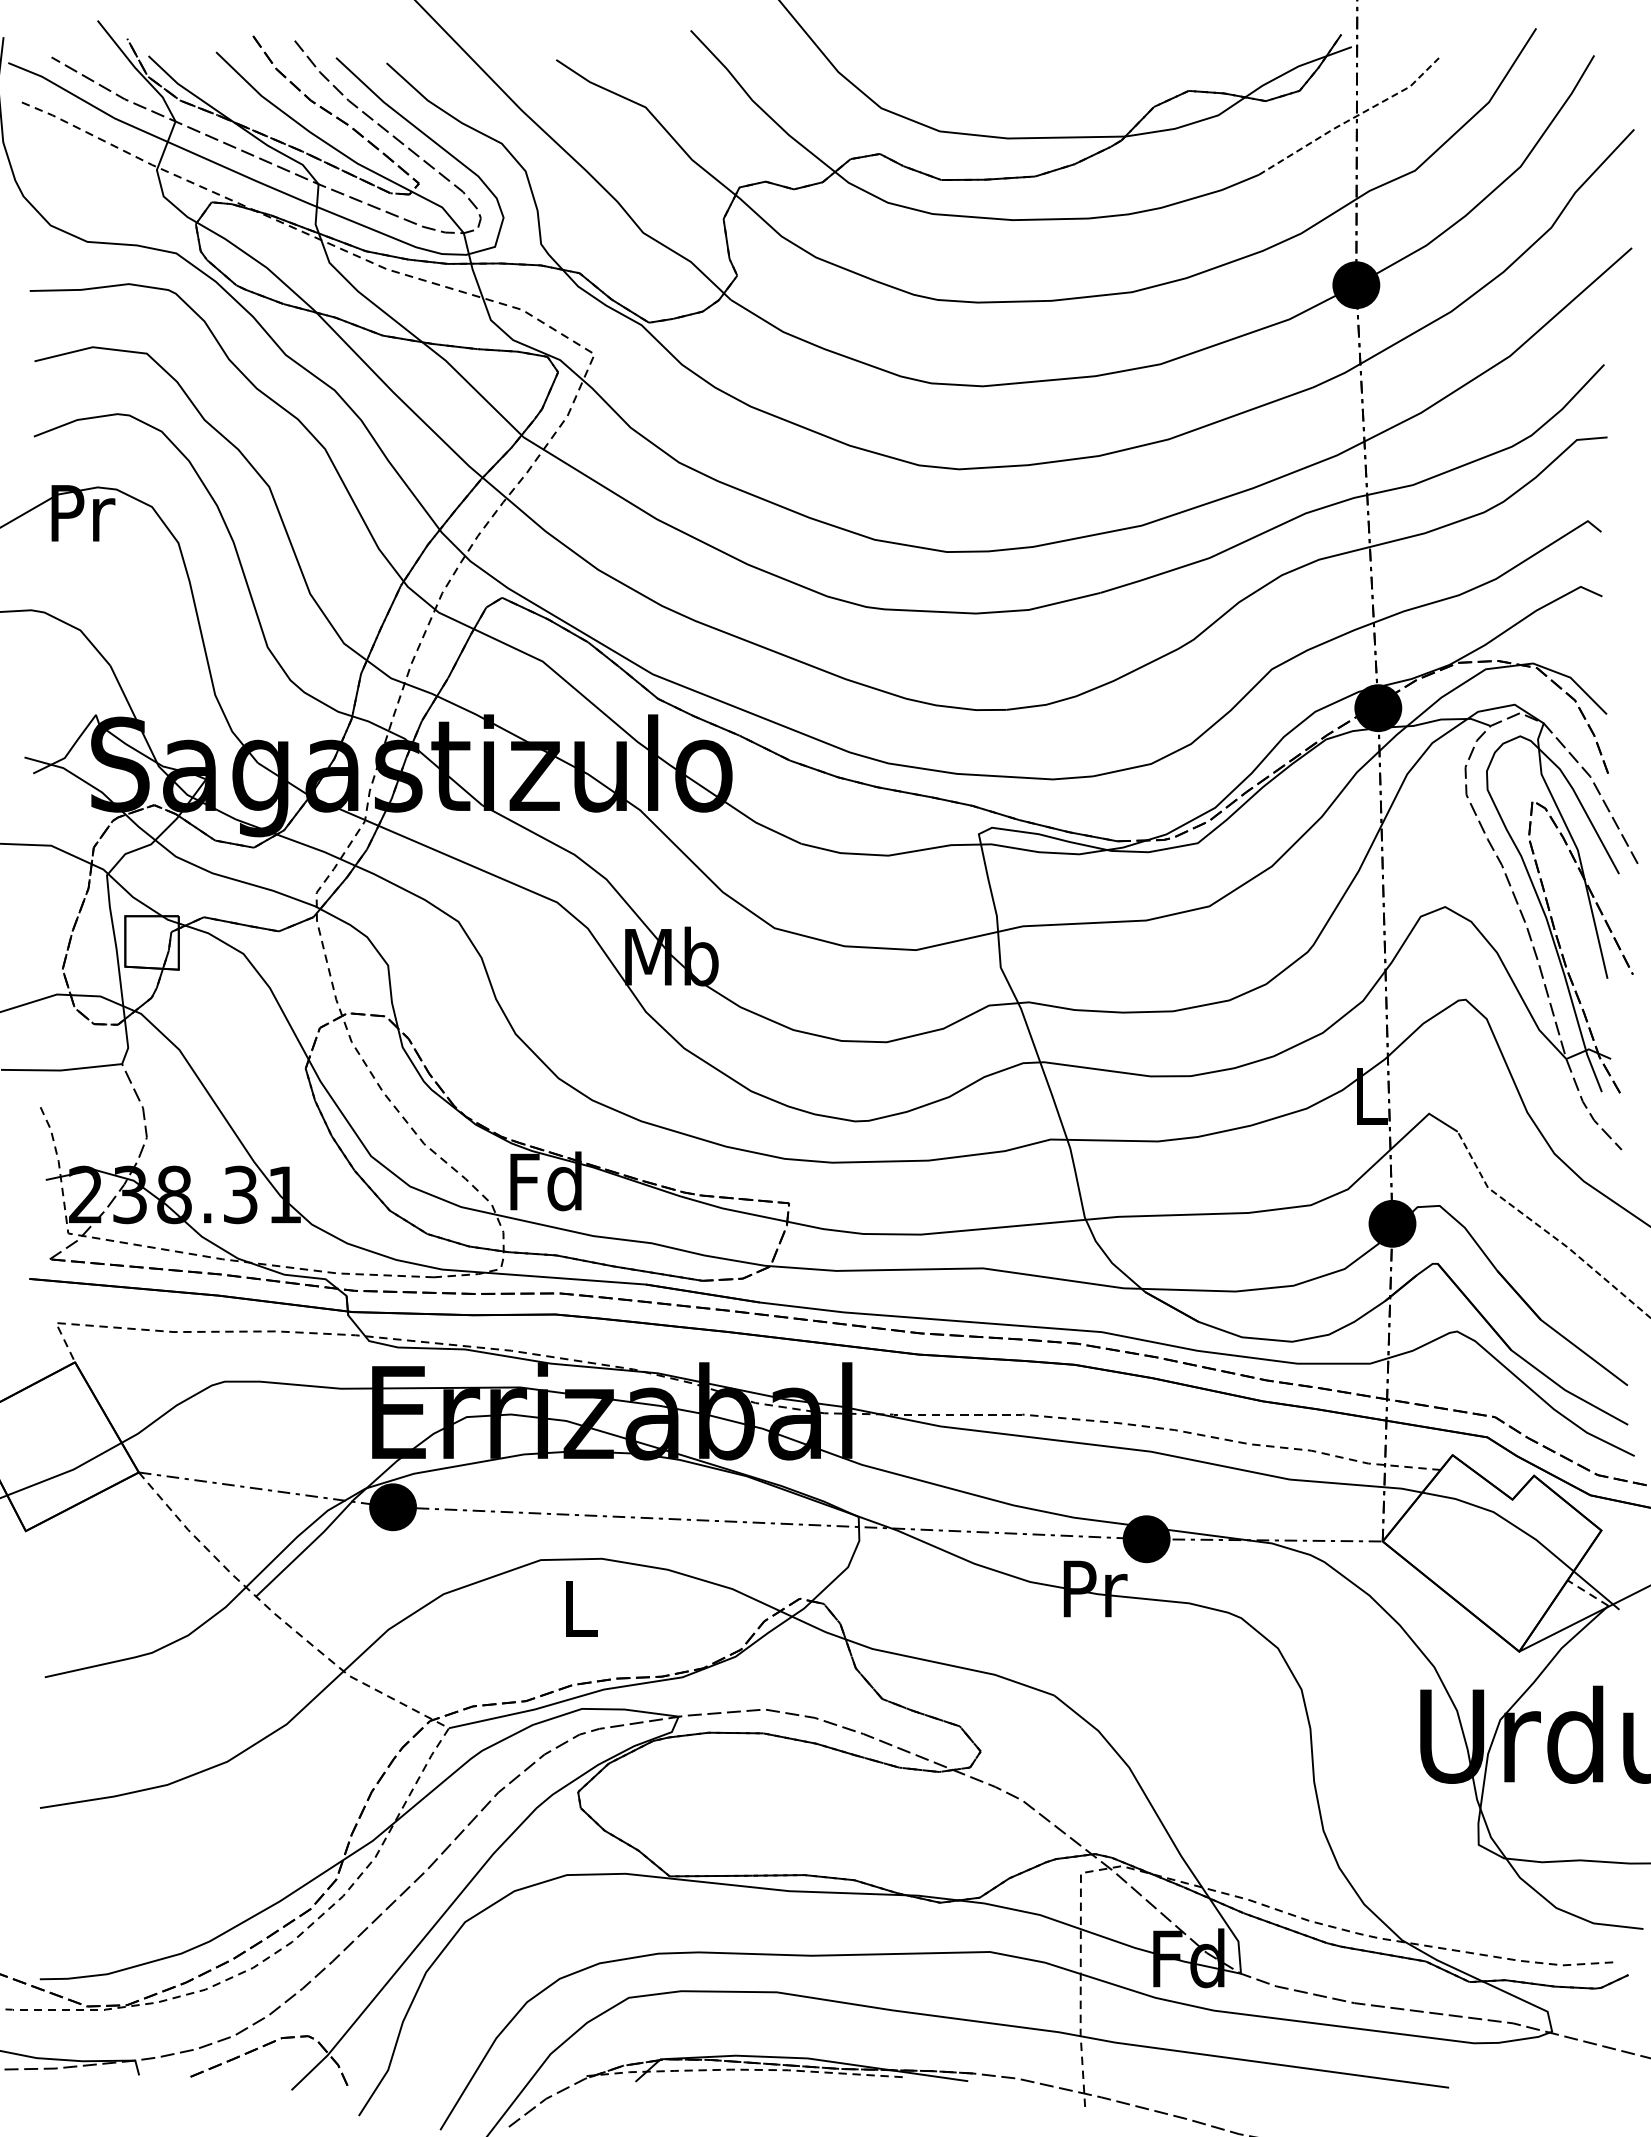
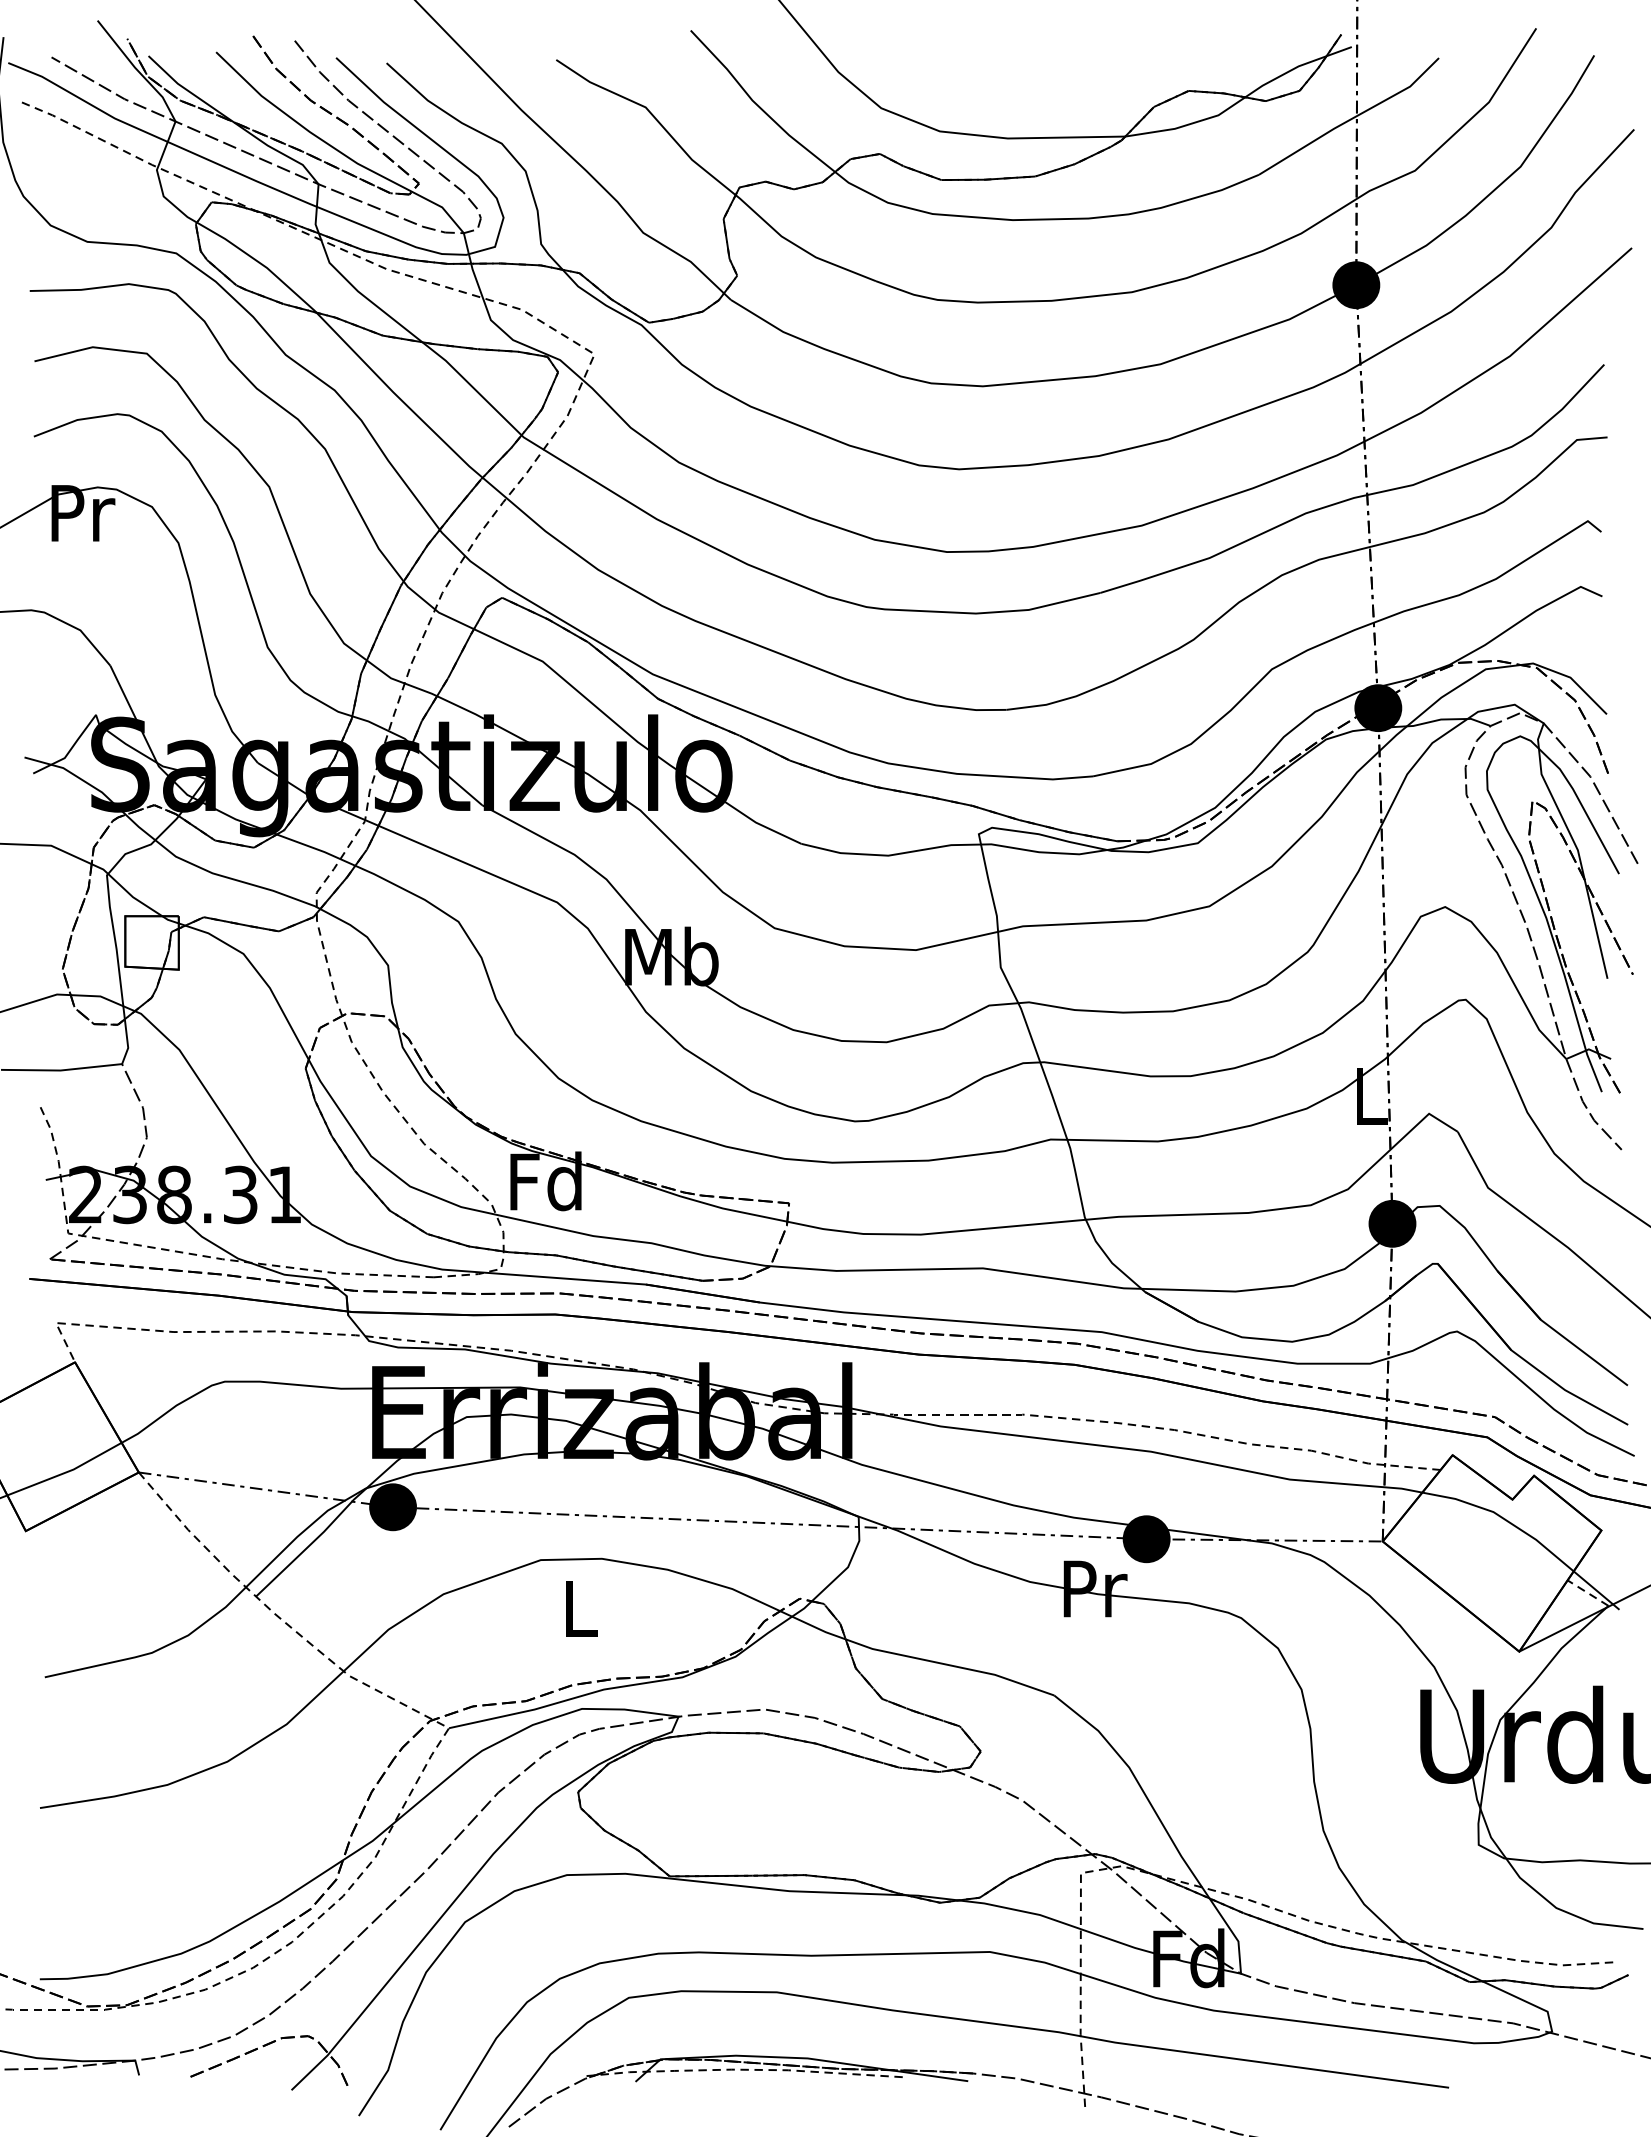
line at (1351, 119): dashed -> solid
line at (1545, 1230): dashed -> solid
